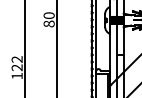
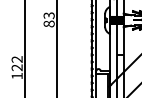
text at (48, 15): 80 -> 83
